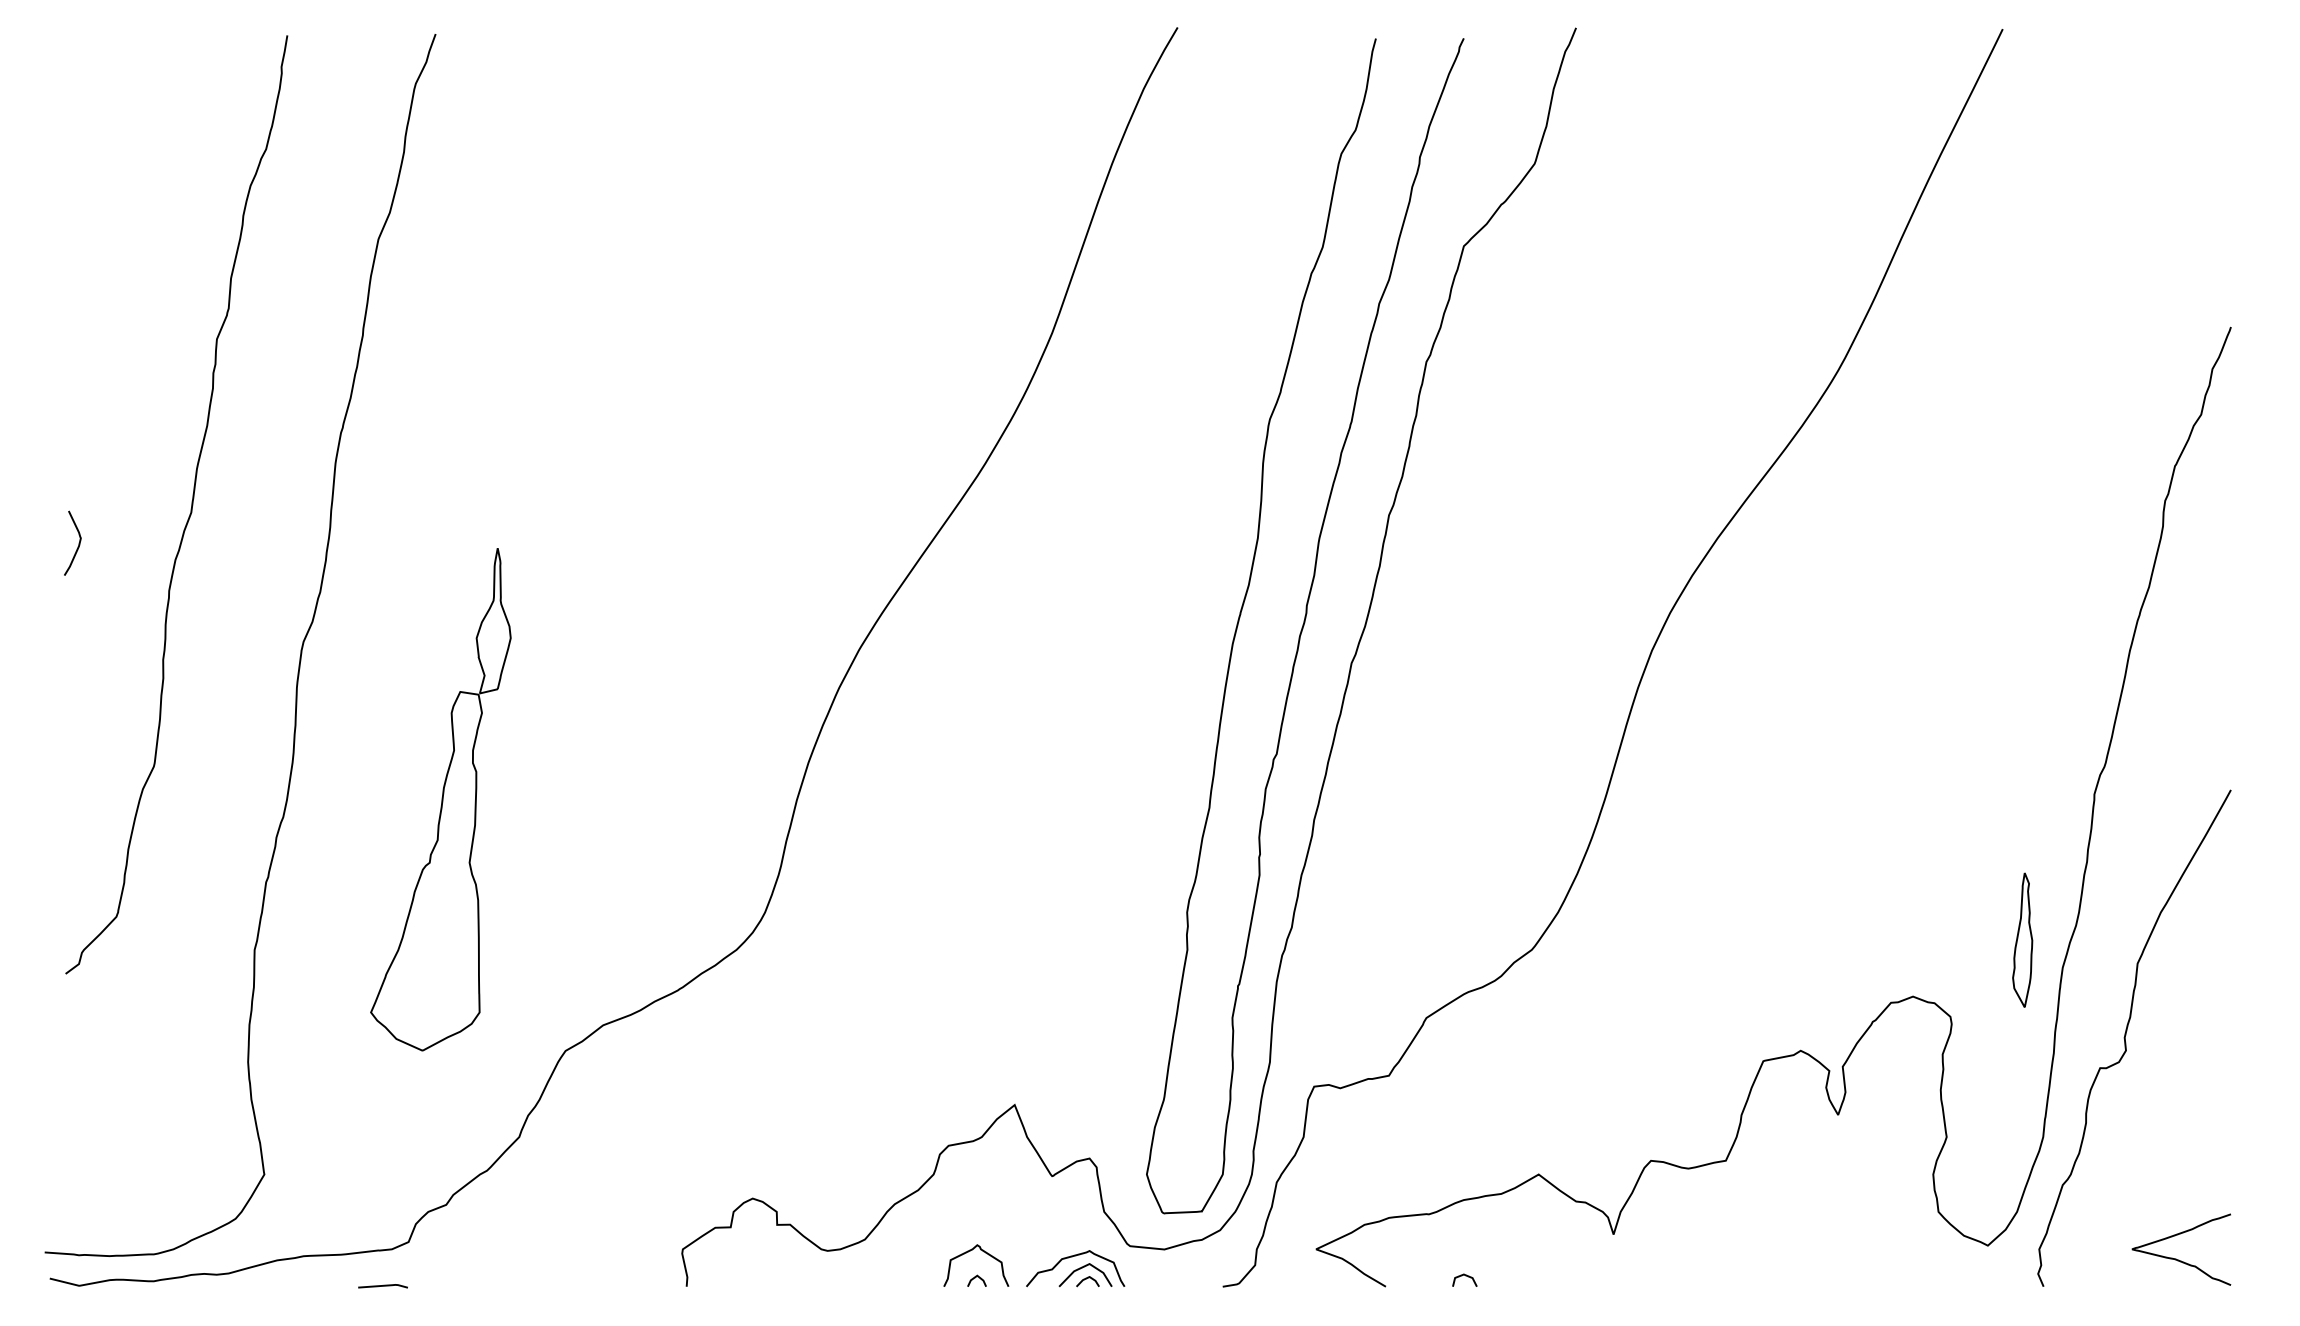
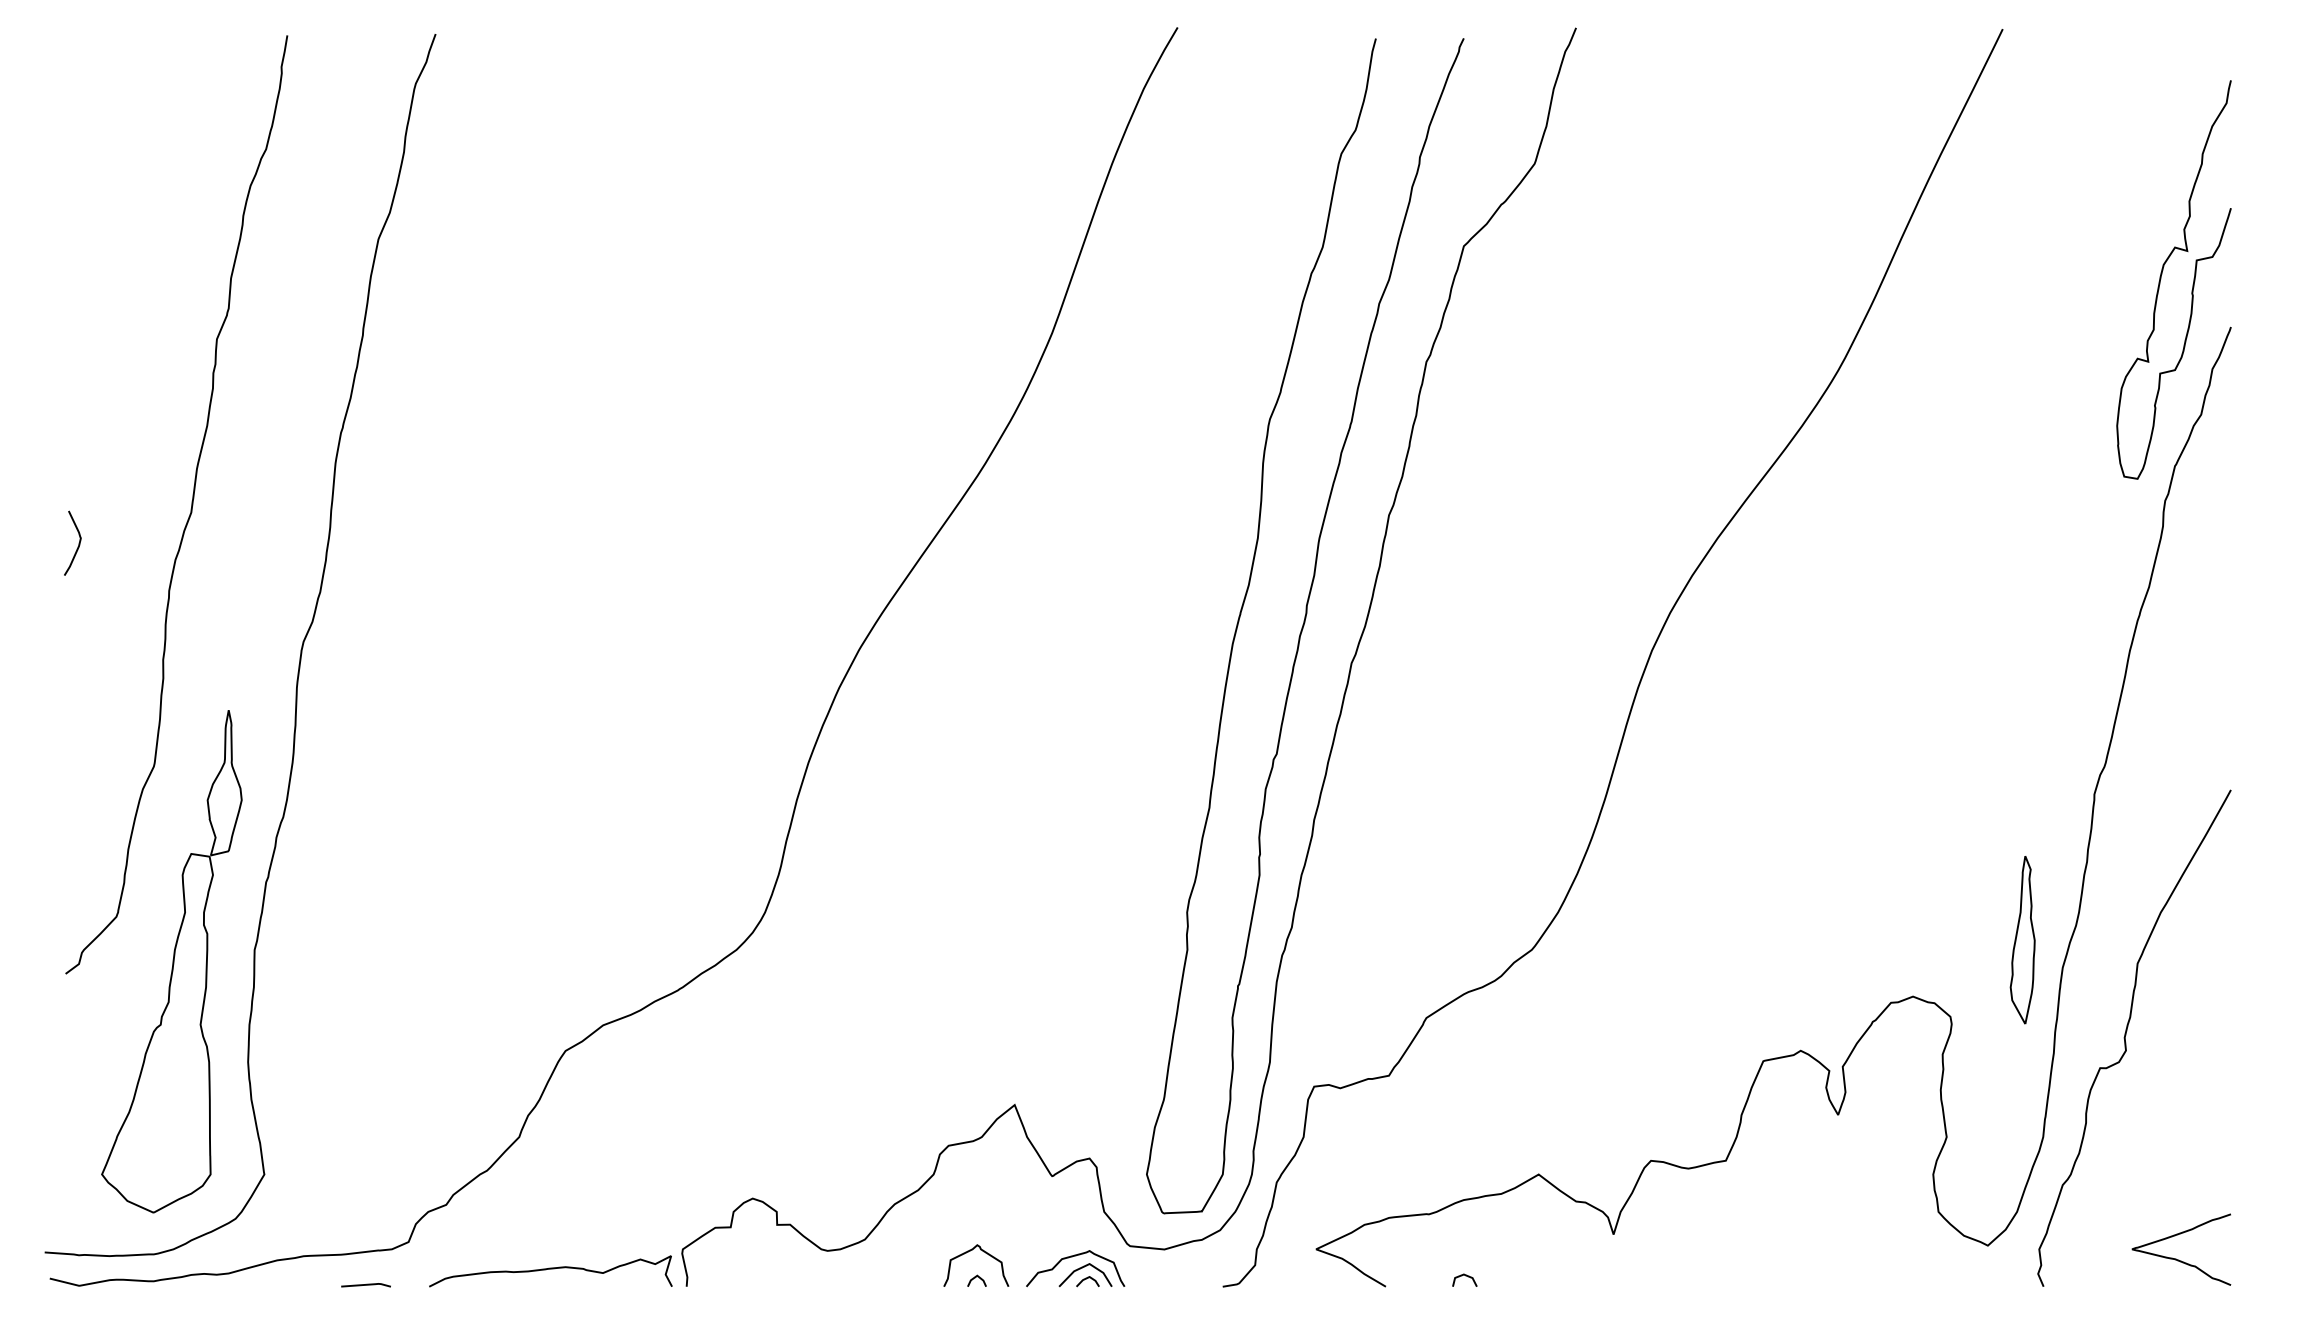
curve at (2161, 279): none -> present
part at (440, 799) position: (440, 799) -> (171, 961)
part at (2022, 939) size: 22x136 px -> 27x169 px
curve at (550, 1269): none -> present
line at (382, 1286) position: (382, 1286) -> (365, 1285)
